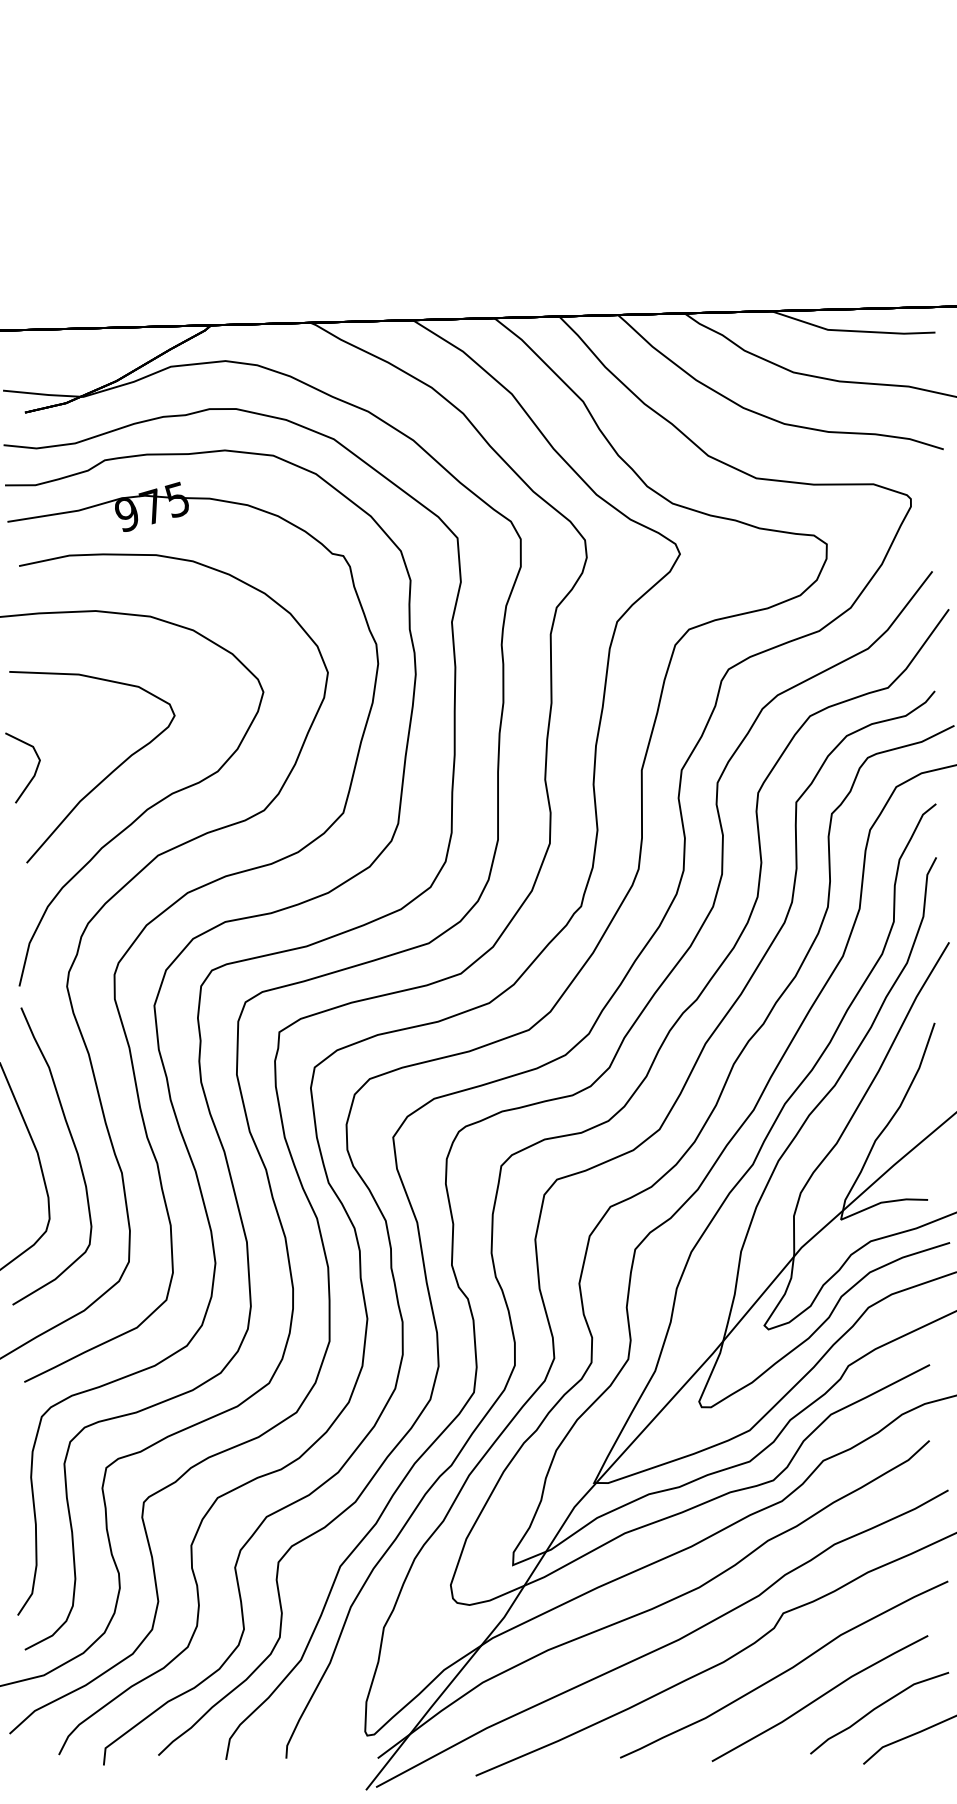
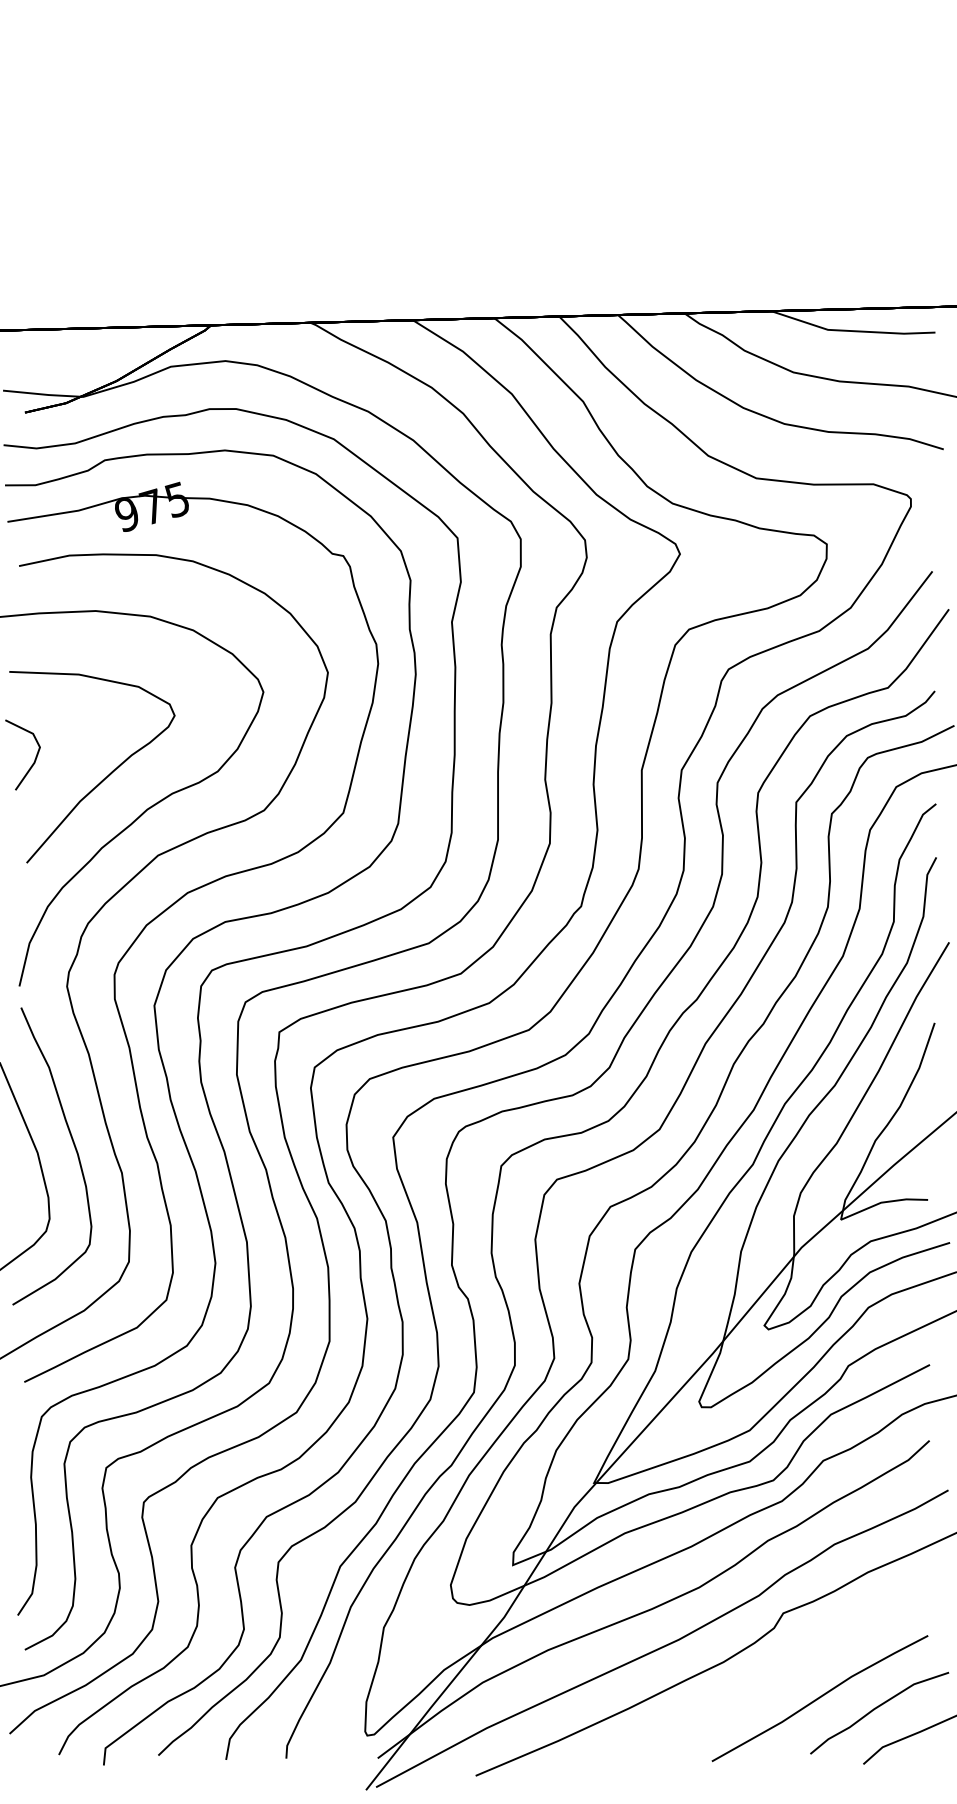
line at (34, 772) position: (34, 772) -> (34, 759)
curve at (785, 1670): present -> none
